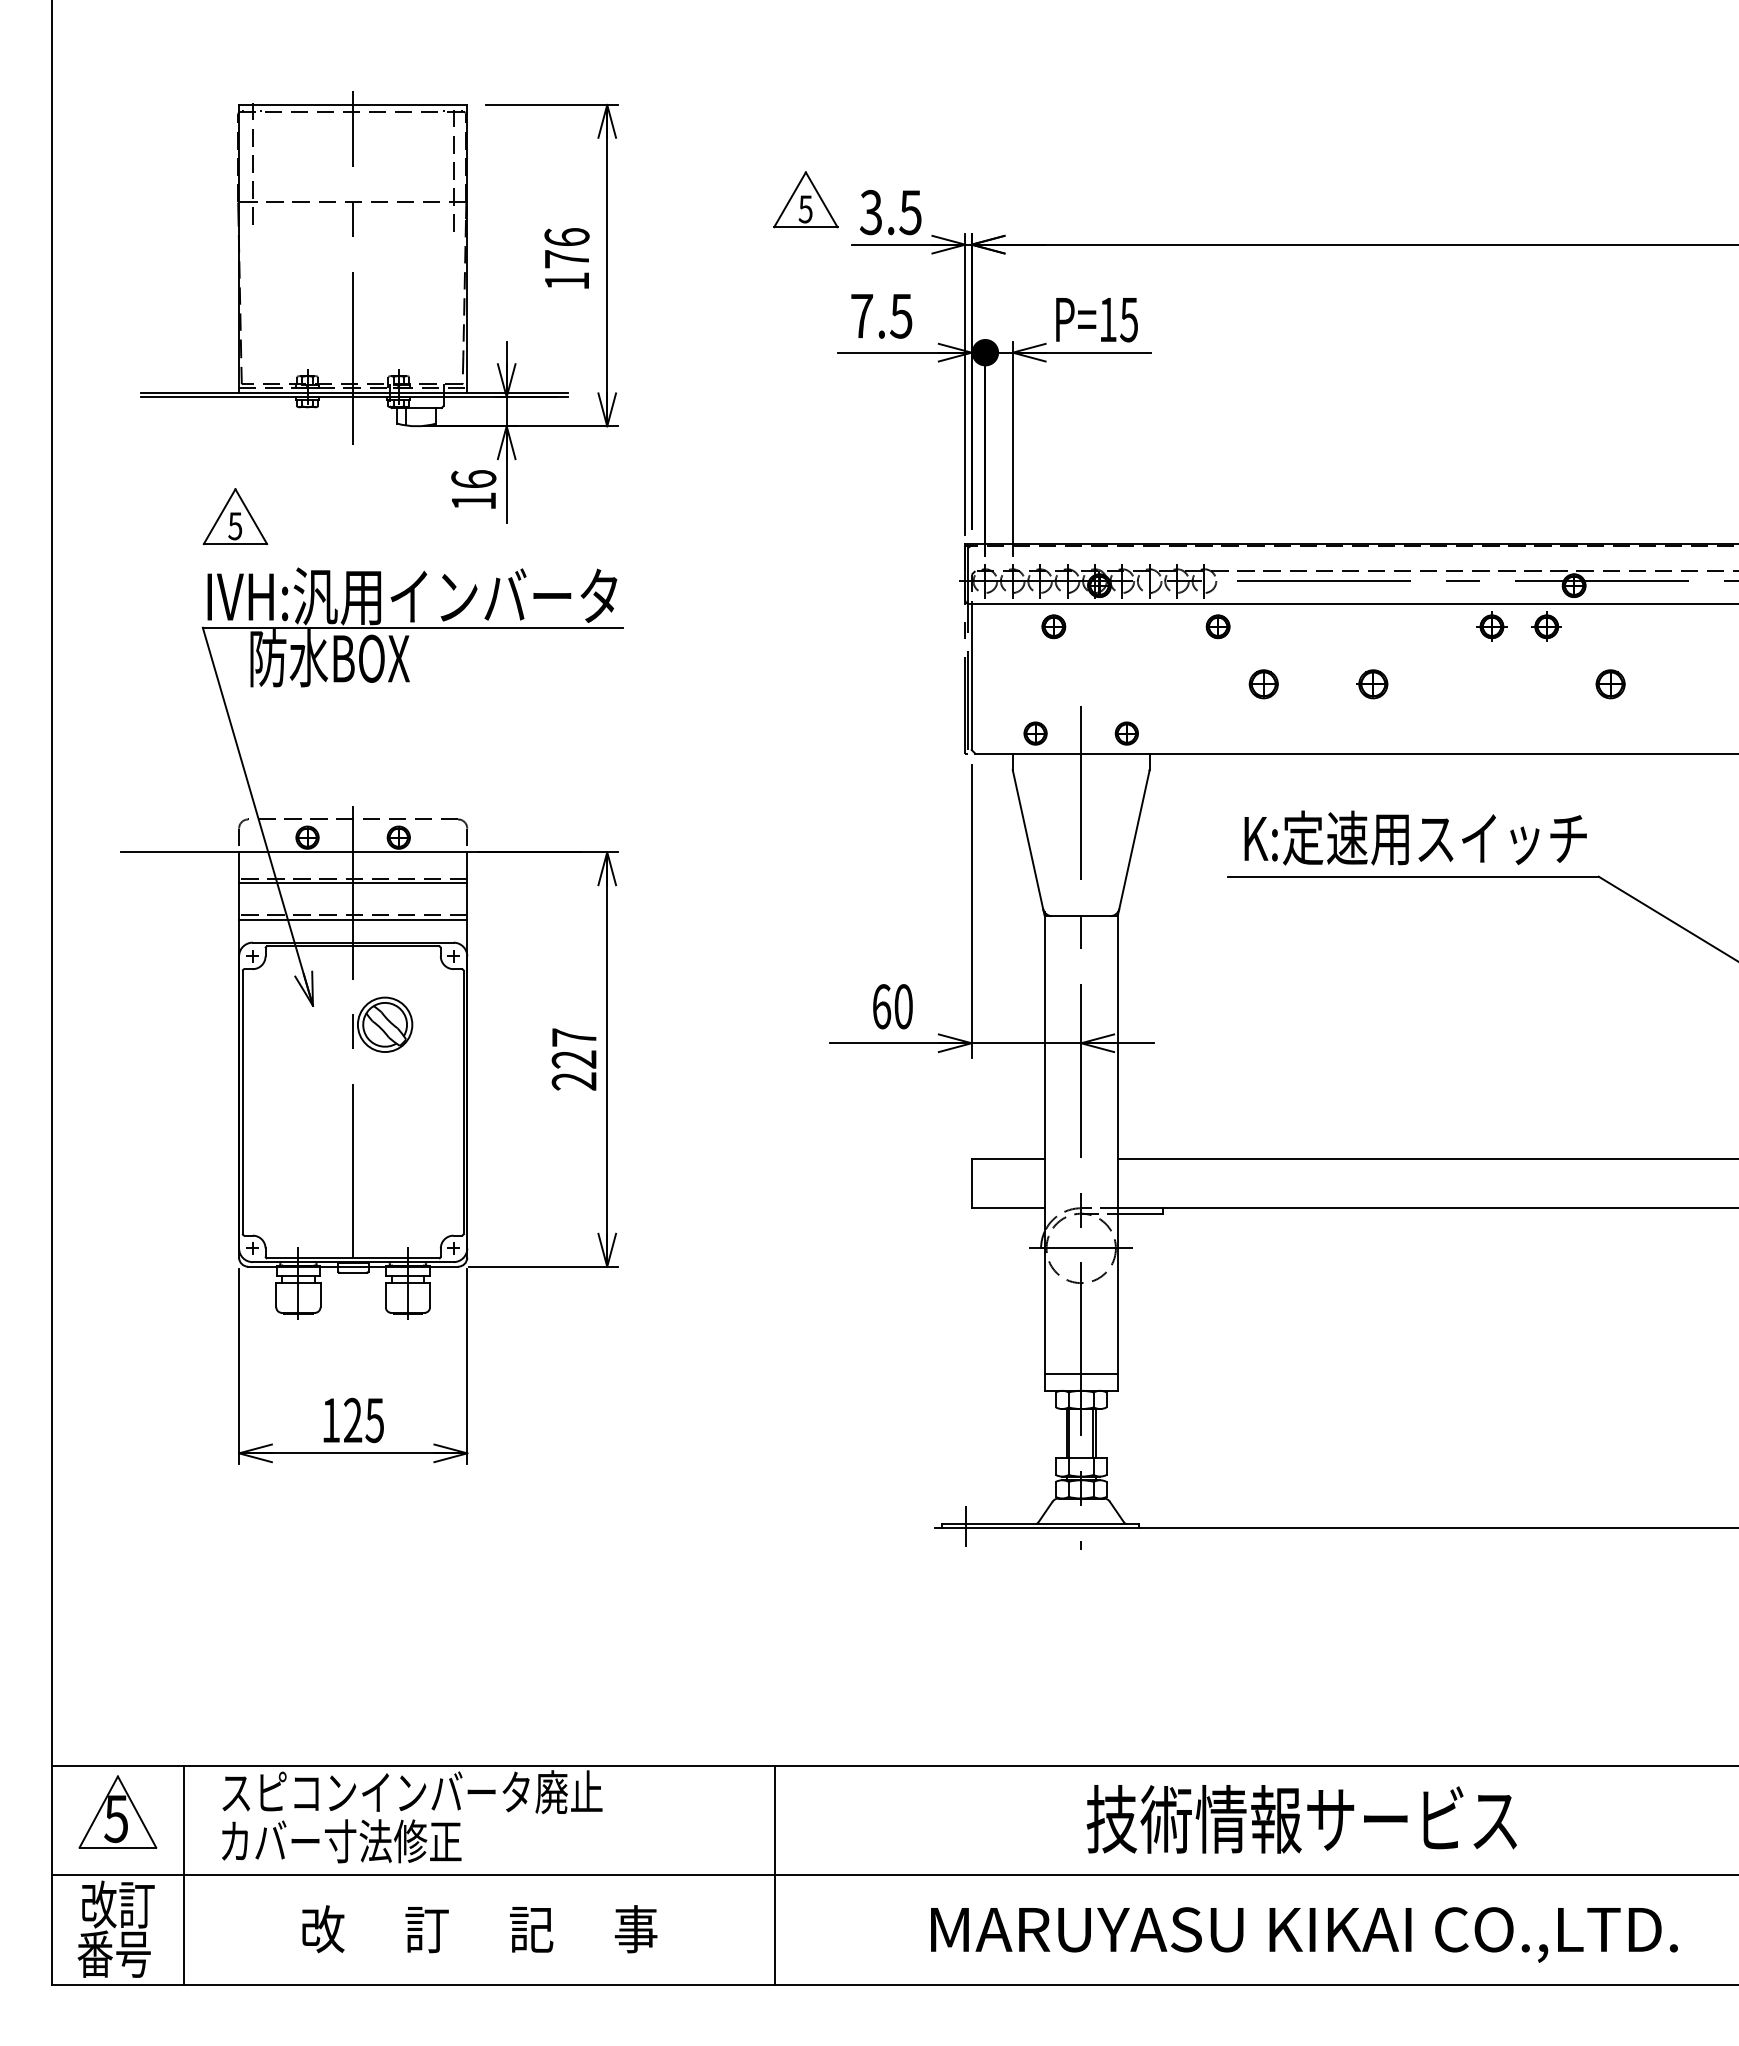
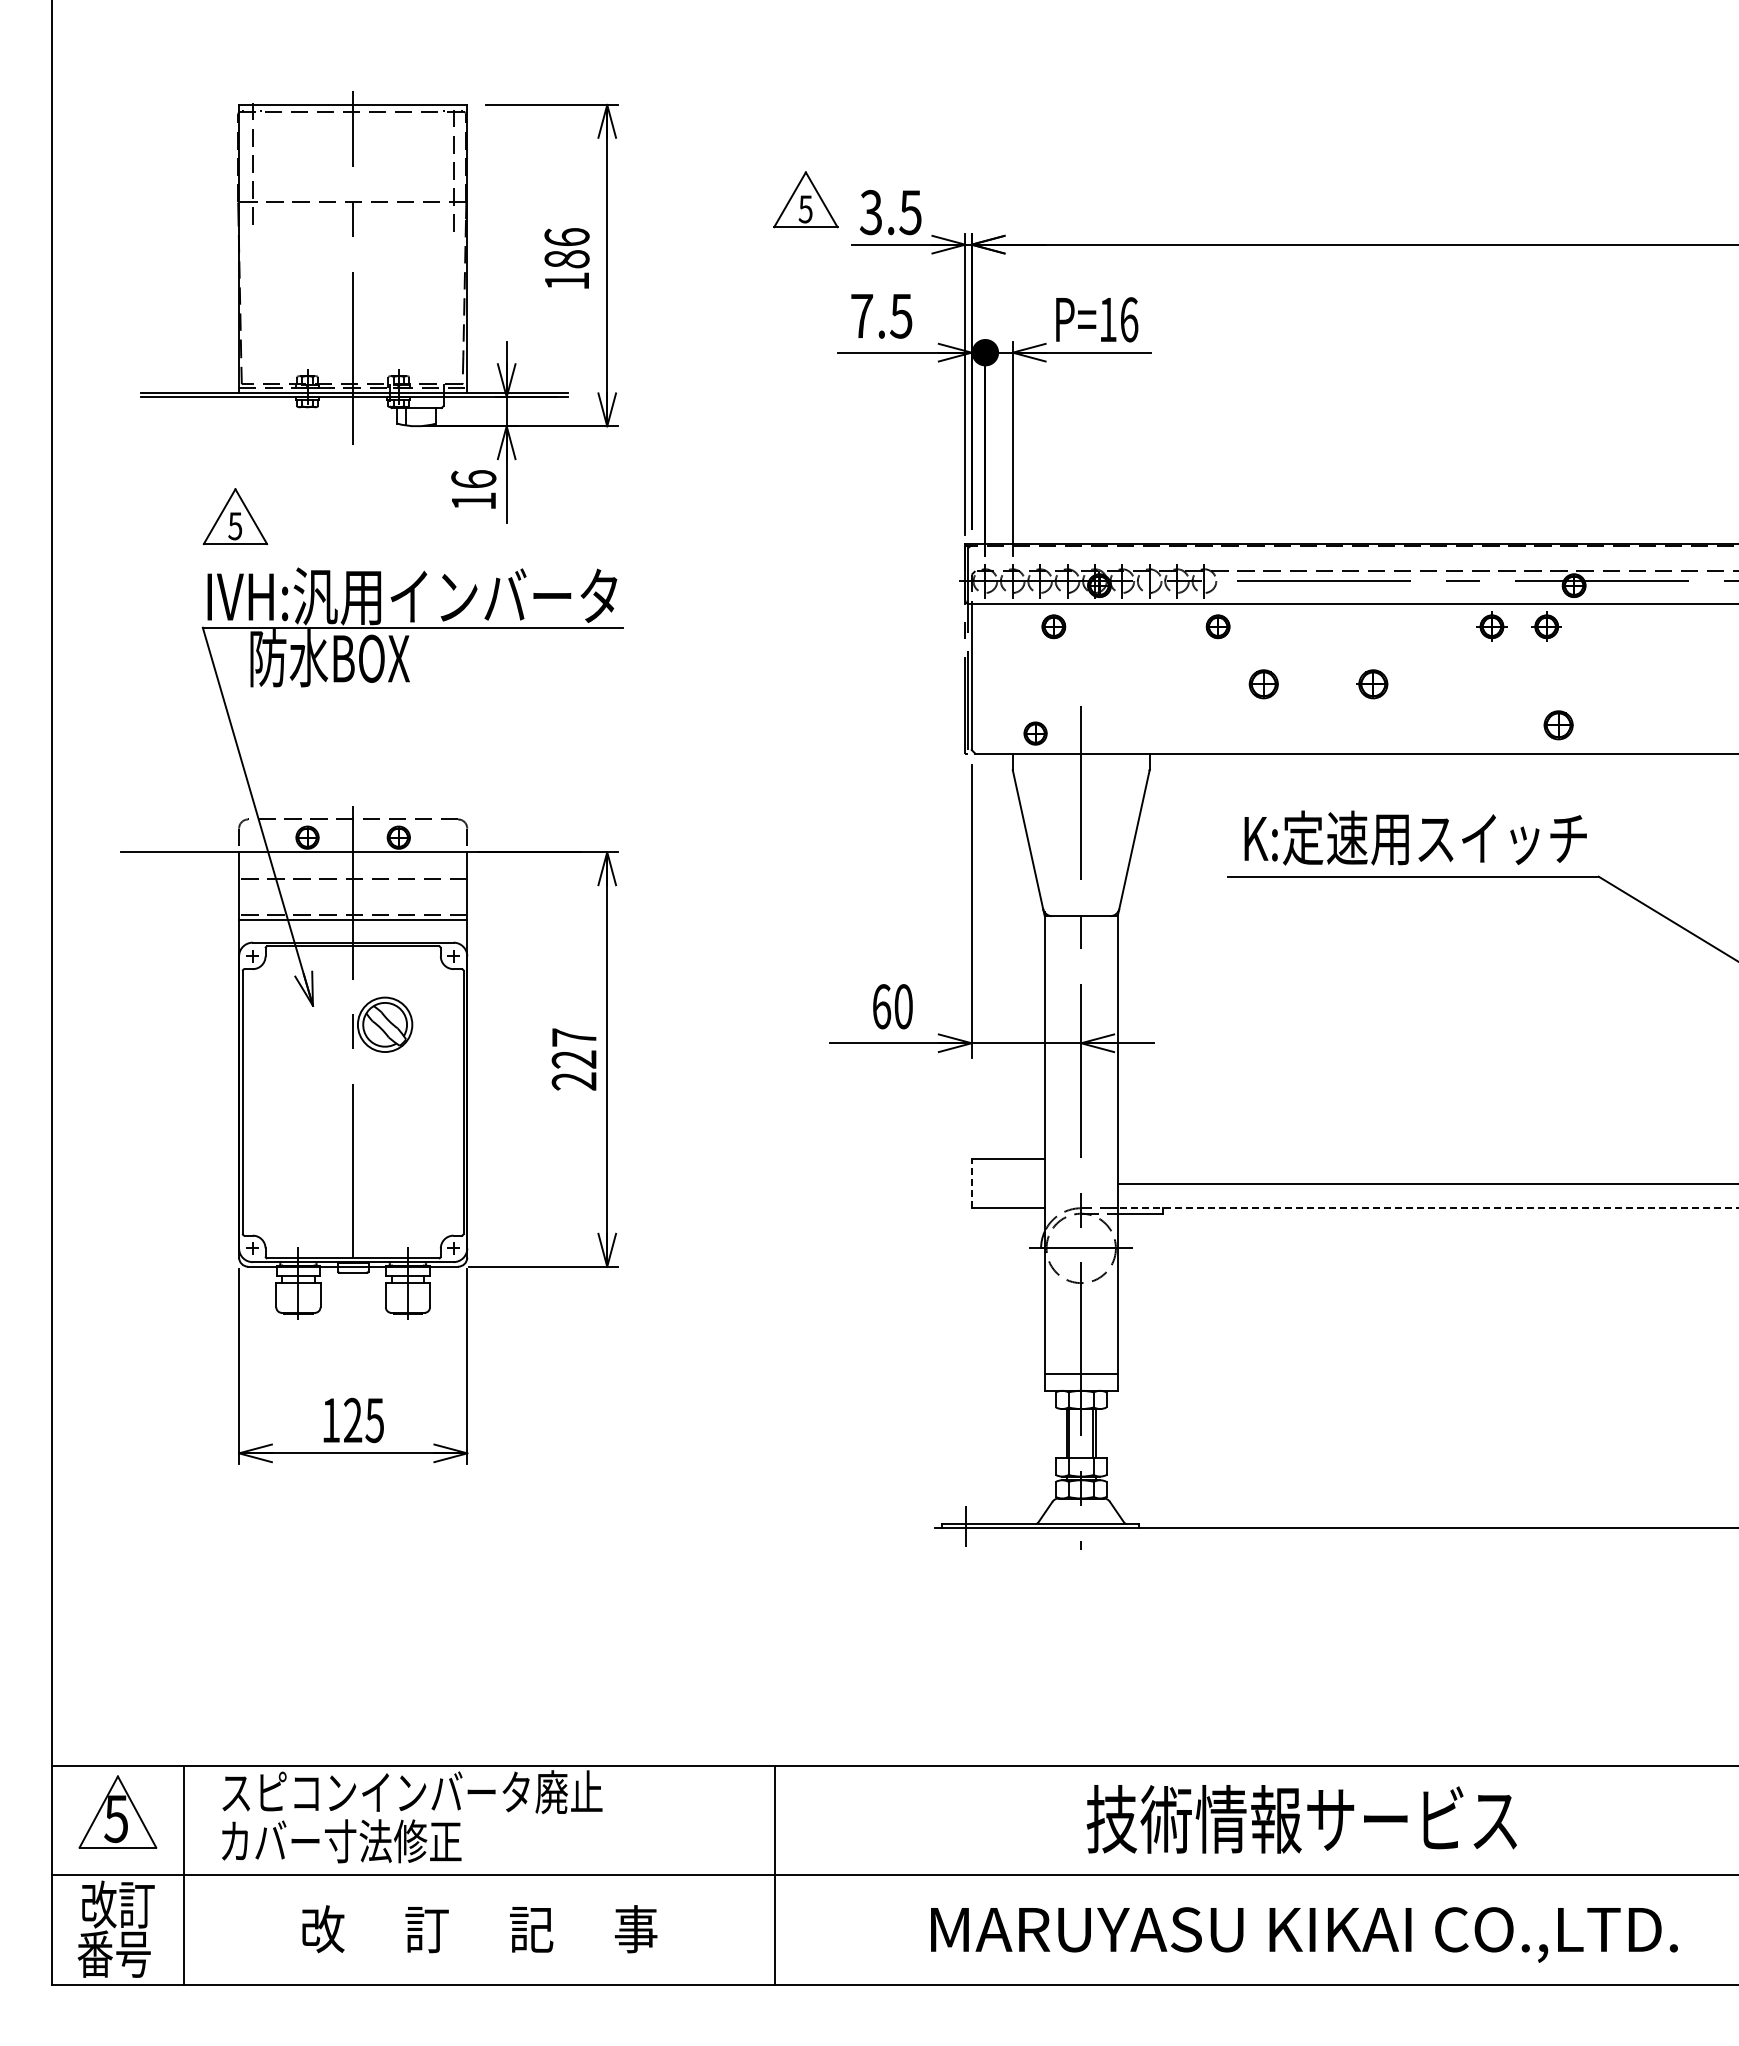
text at (566, 259): 176 -> 186
text at (1129, 319): P=15 -> P=16
part at (1610, 684) position: (1610, 684) -> (1558, 725)
part at (1126, 733): present -> none
line at (353, 883): present -> none
line at (1426, 1158) position: (1426, 1158) -> (1426, 1183)
line at (971, 1183): solid -> dashed
line at (1427, 1208): solid -> dashed
